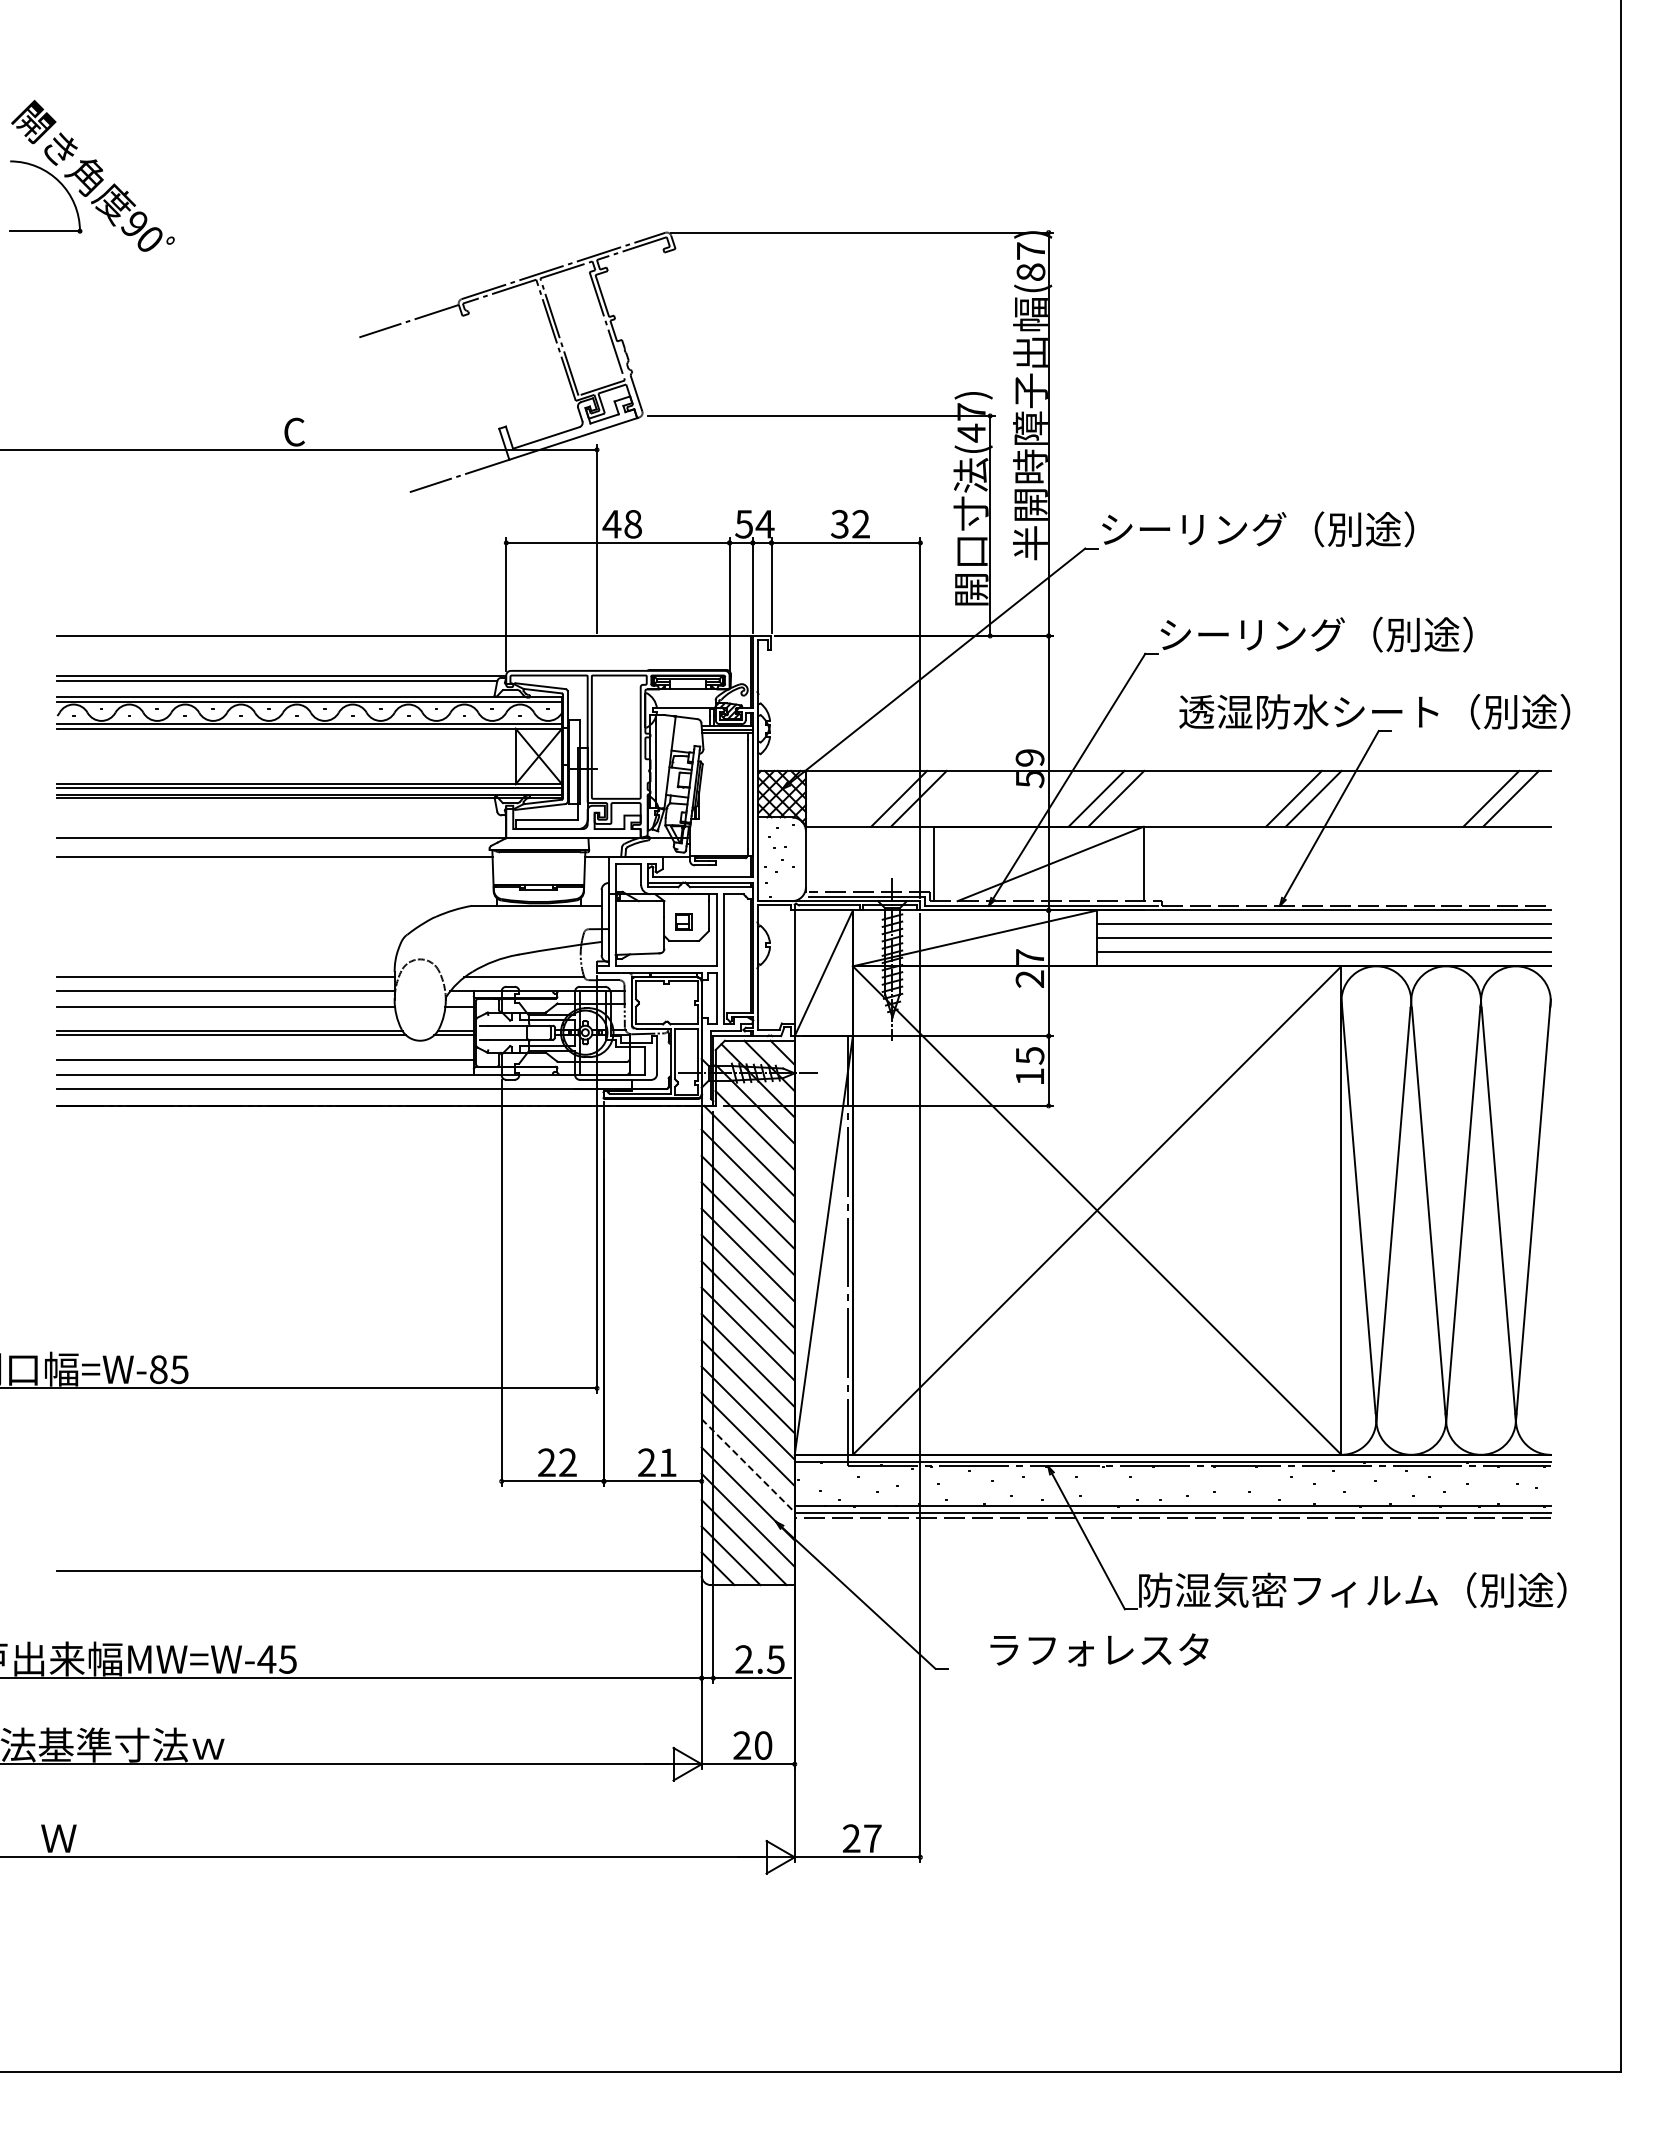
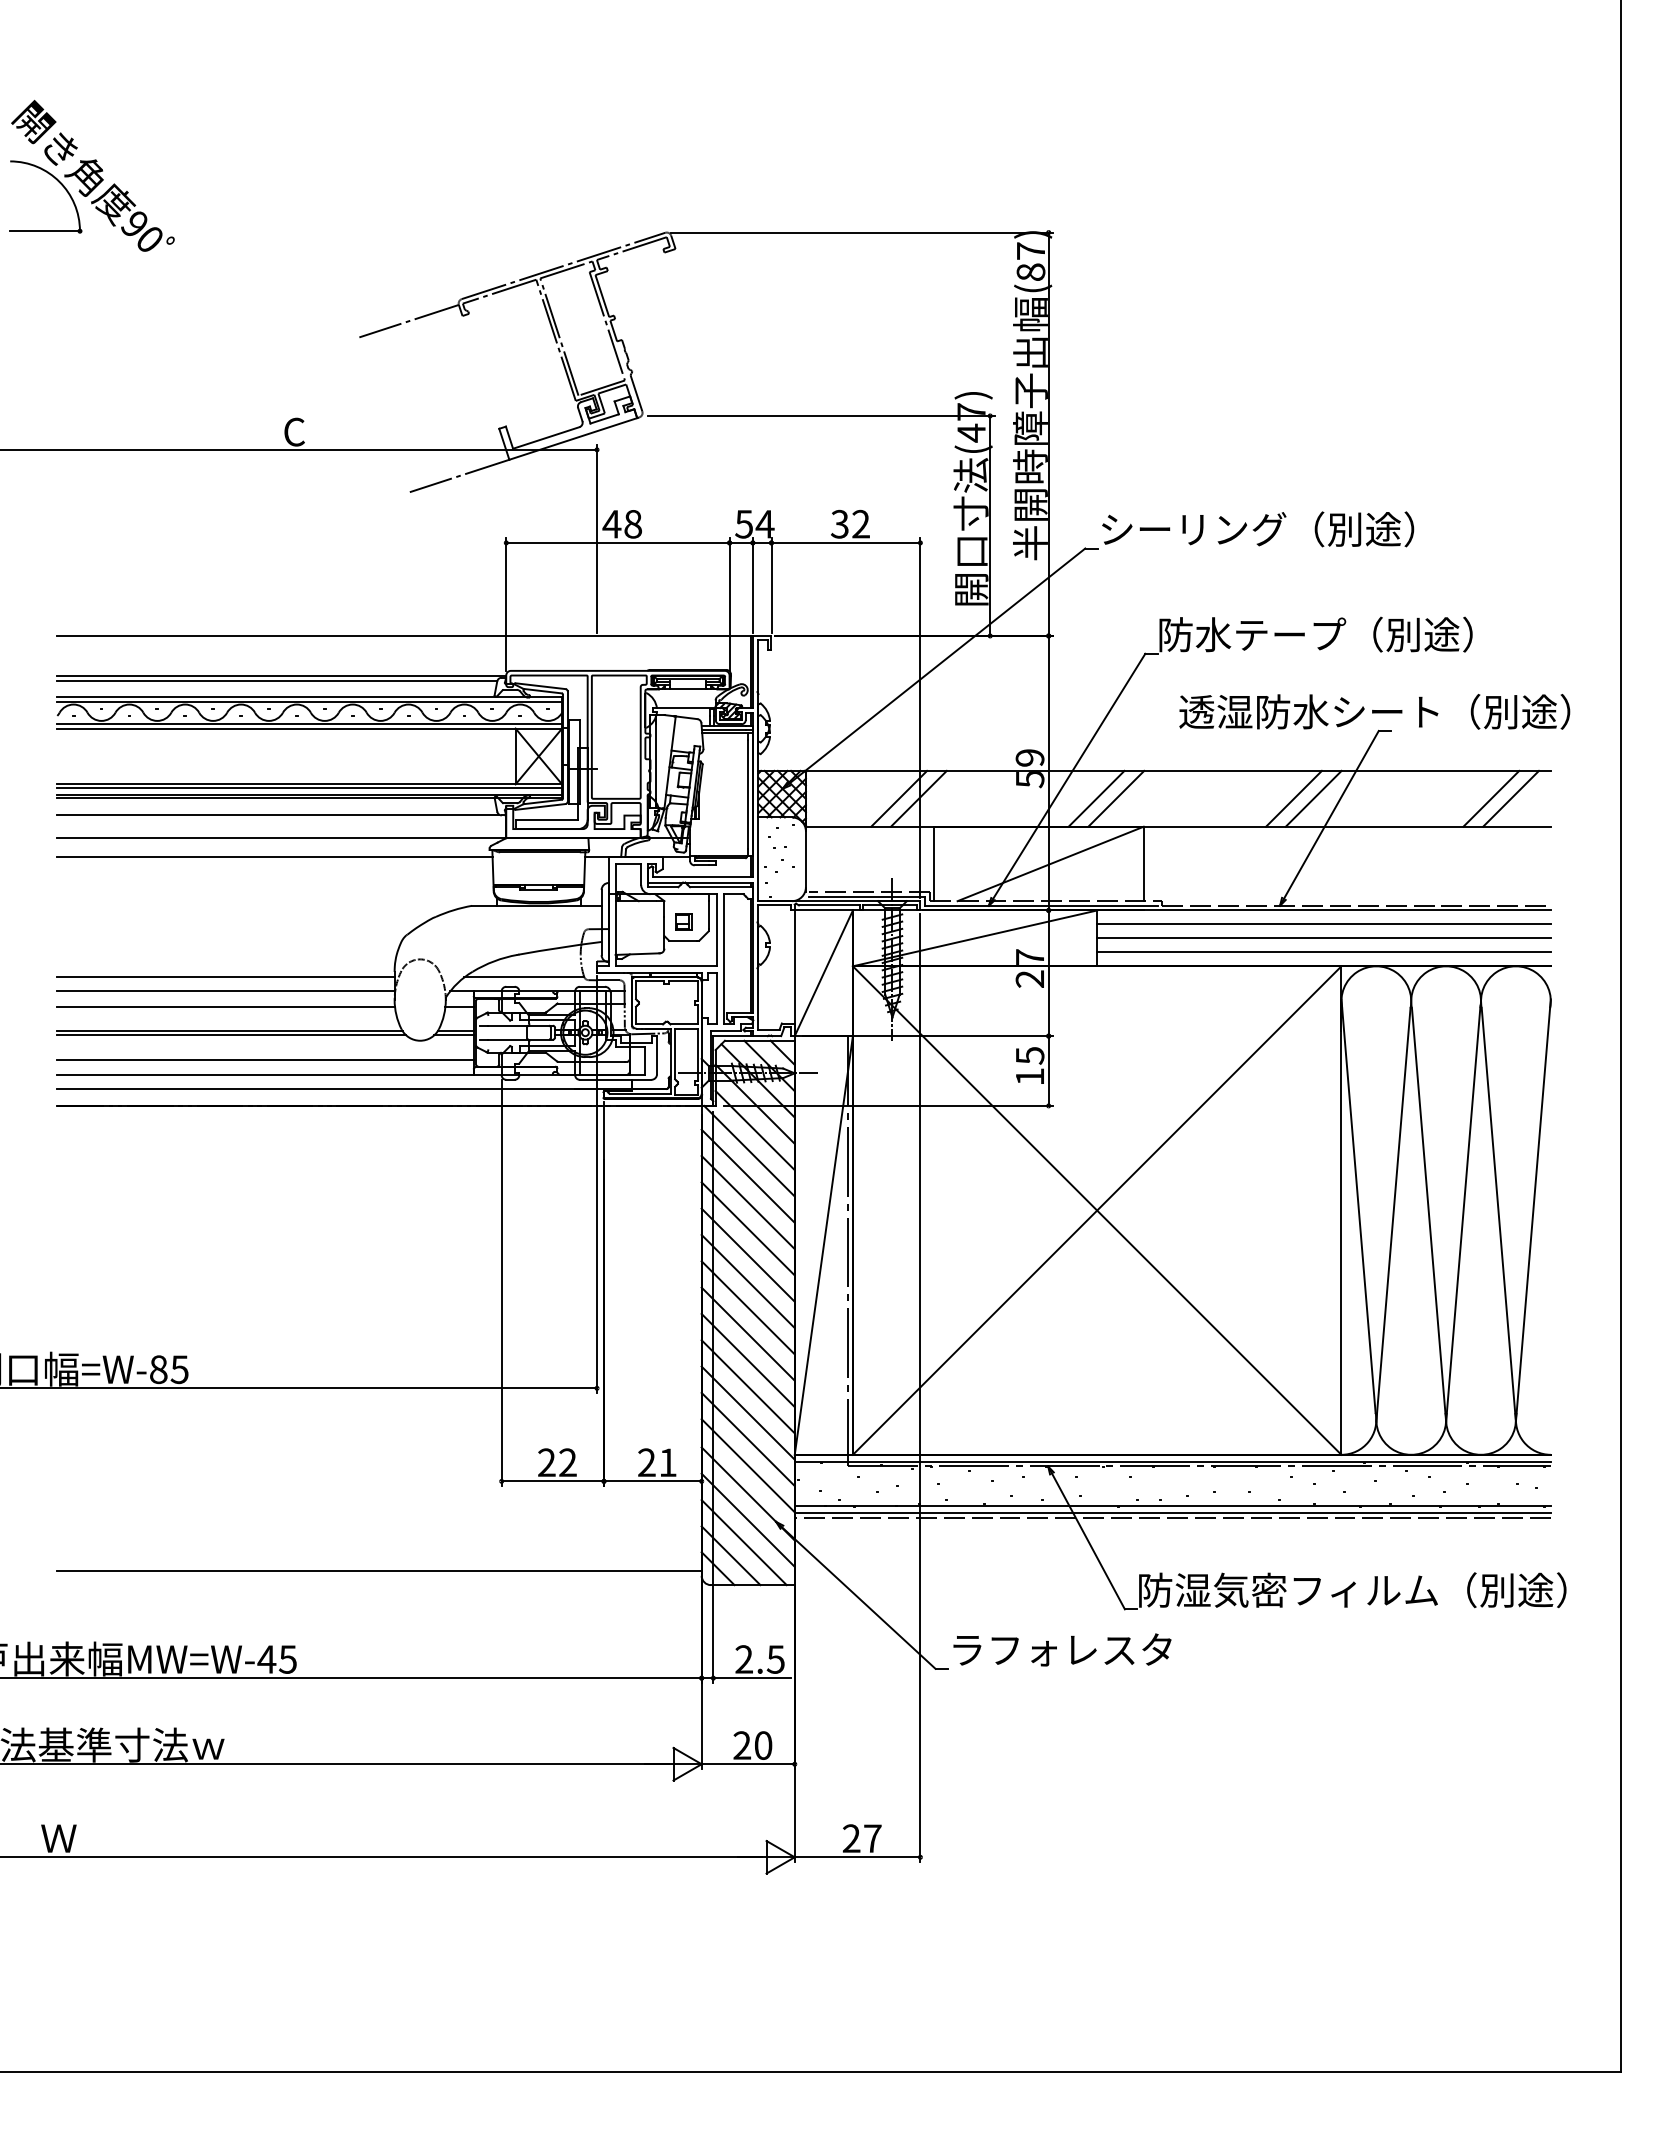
text at (1252, 634): シーリング（別途） -> 防水テープ（別途）
line at (278, 814): none -> present
line at (748, 1465): dashed -> solid
text at (1099, 1649) position: (1099, 1649) -> (1062, 1649)
